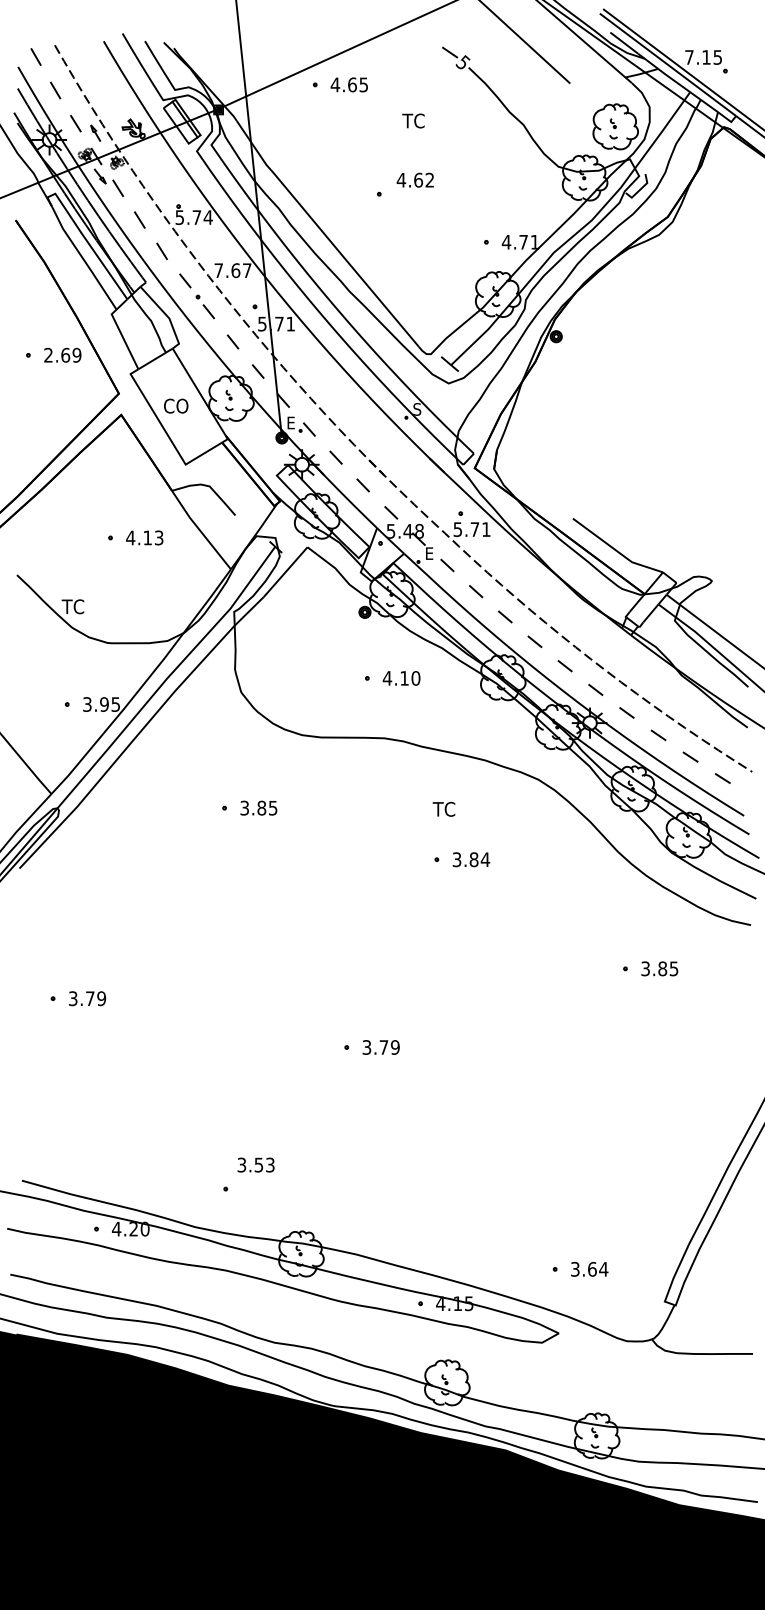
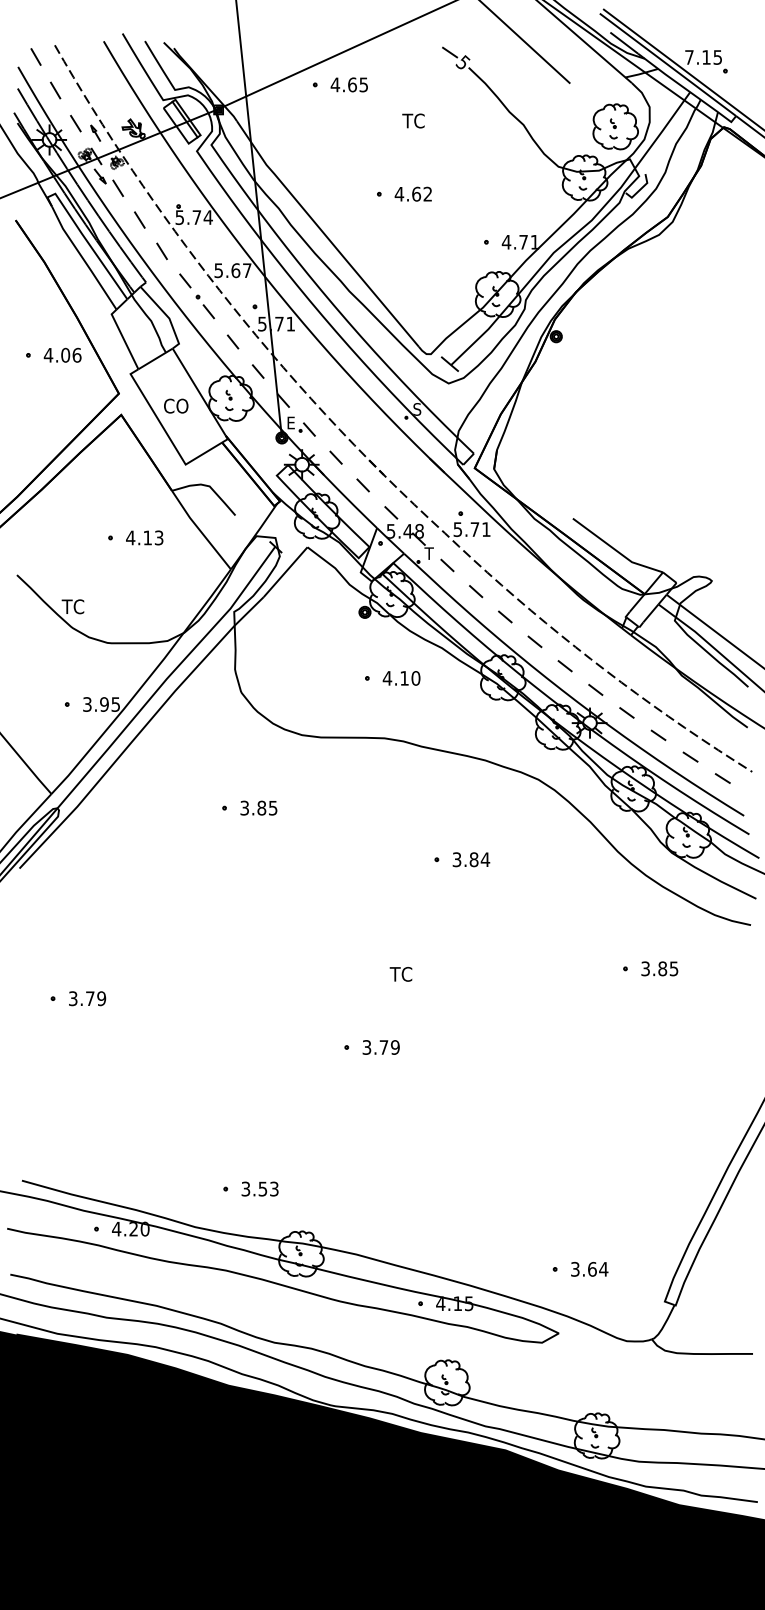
text at (414, 179) position: (414, 179) -> (412, 193)
text at (218, 270): 7.67 -> 5.67
text at (62, 354): 2.69 -> 4.06
text at (428, 553): E -> T
text at (443, 809) position: (443, 809) -> (400, 974)
text at (255, 1164) position: (255, 1164) -> (259, 1188)
